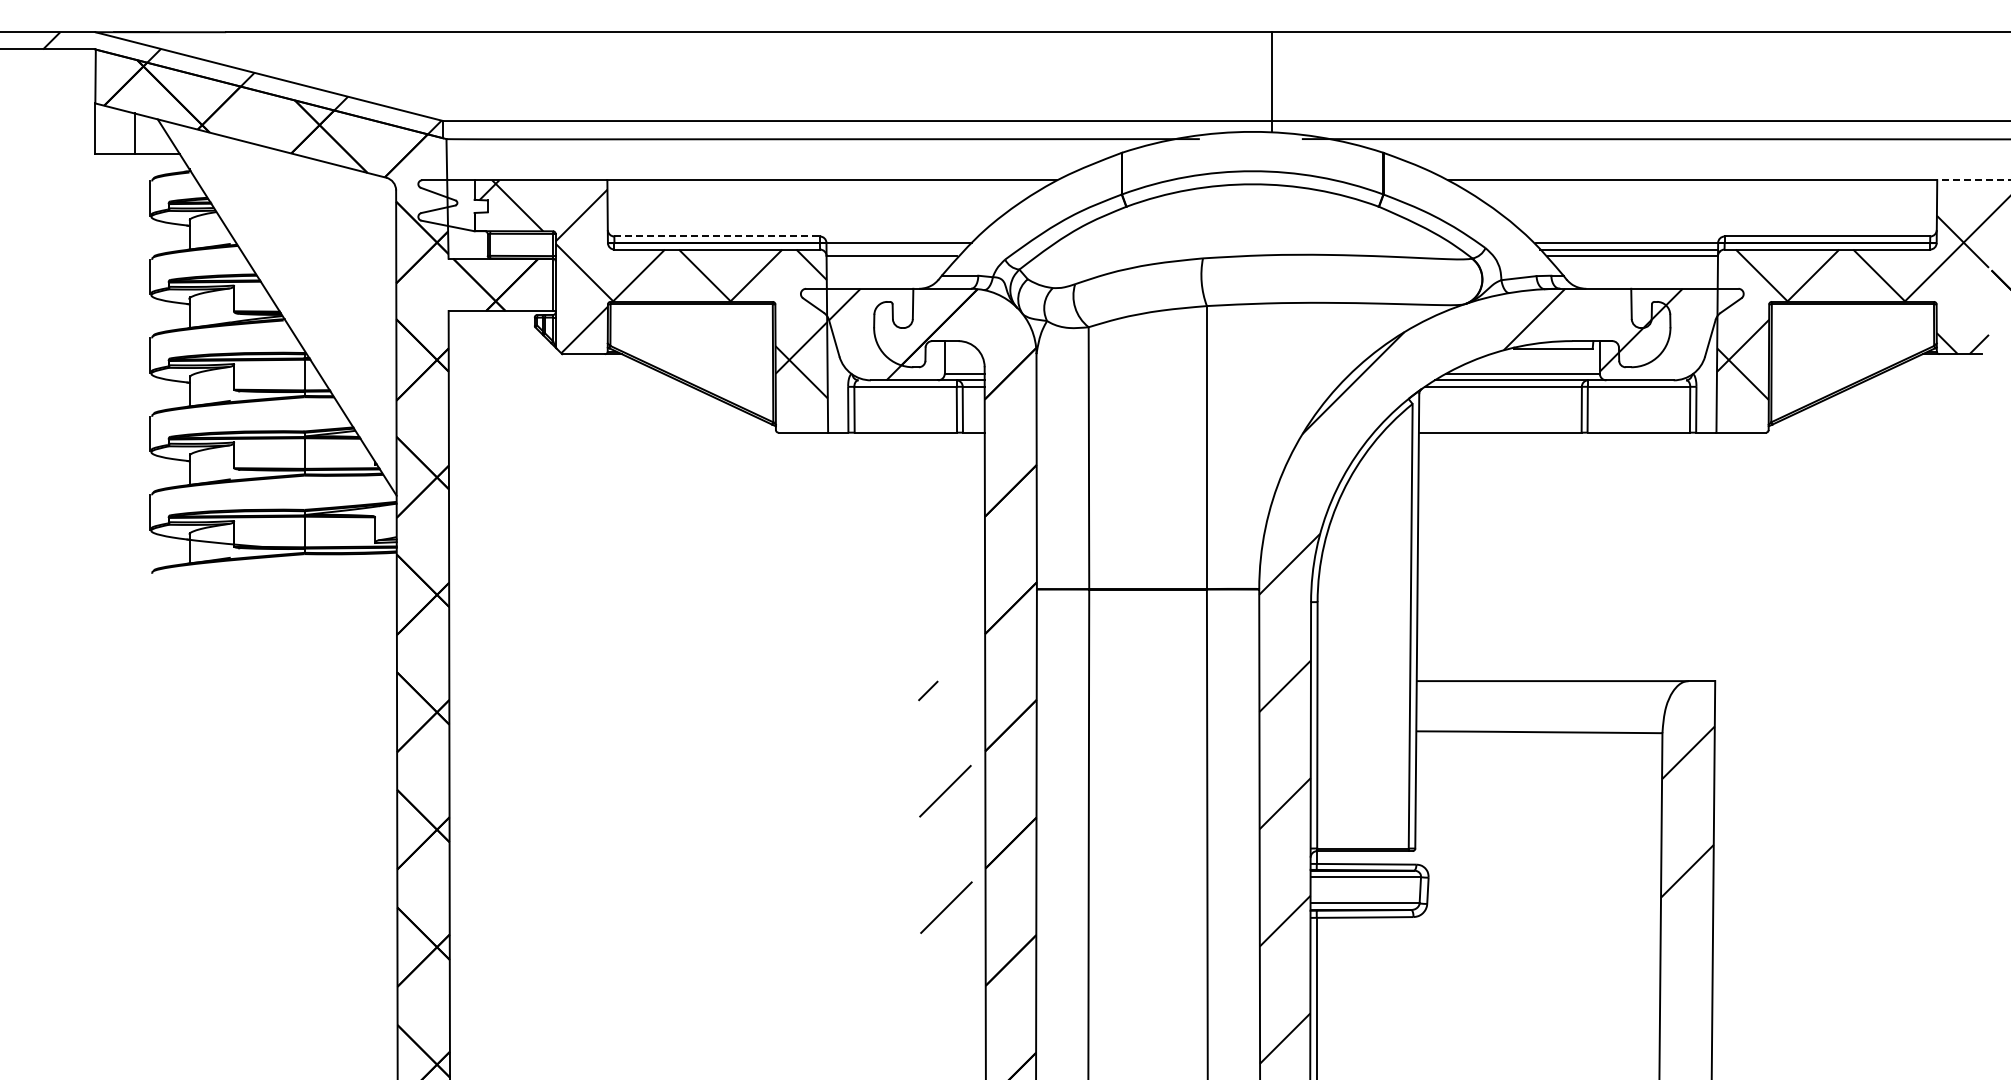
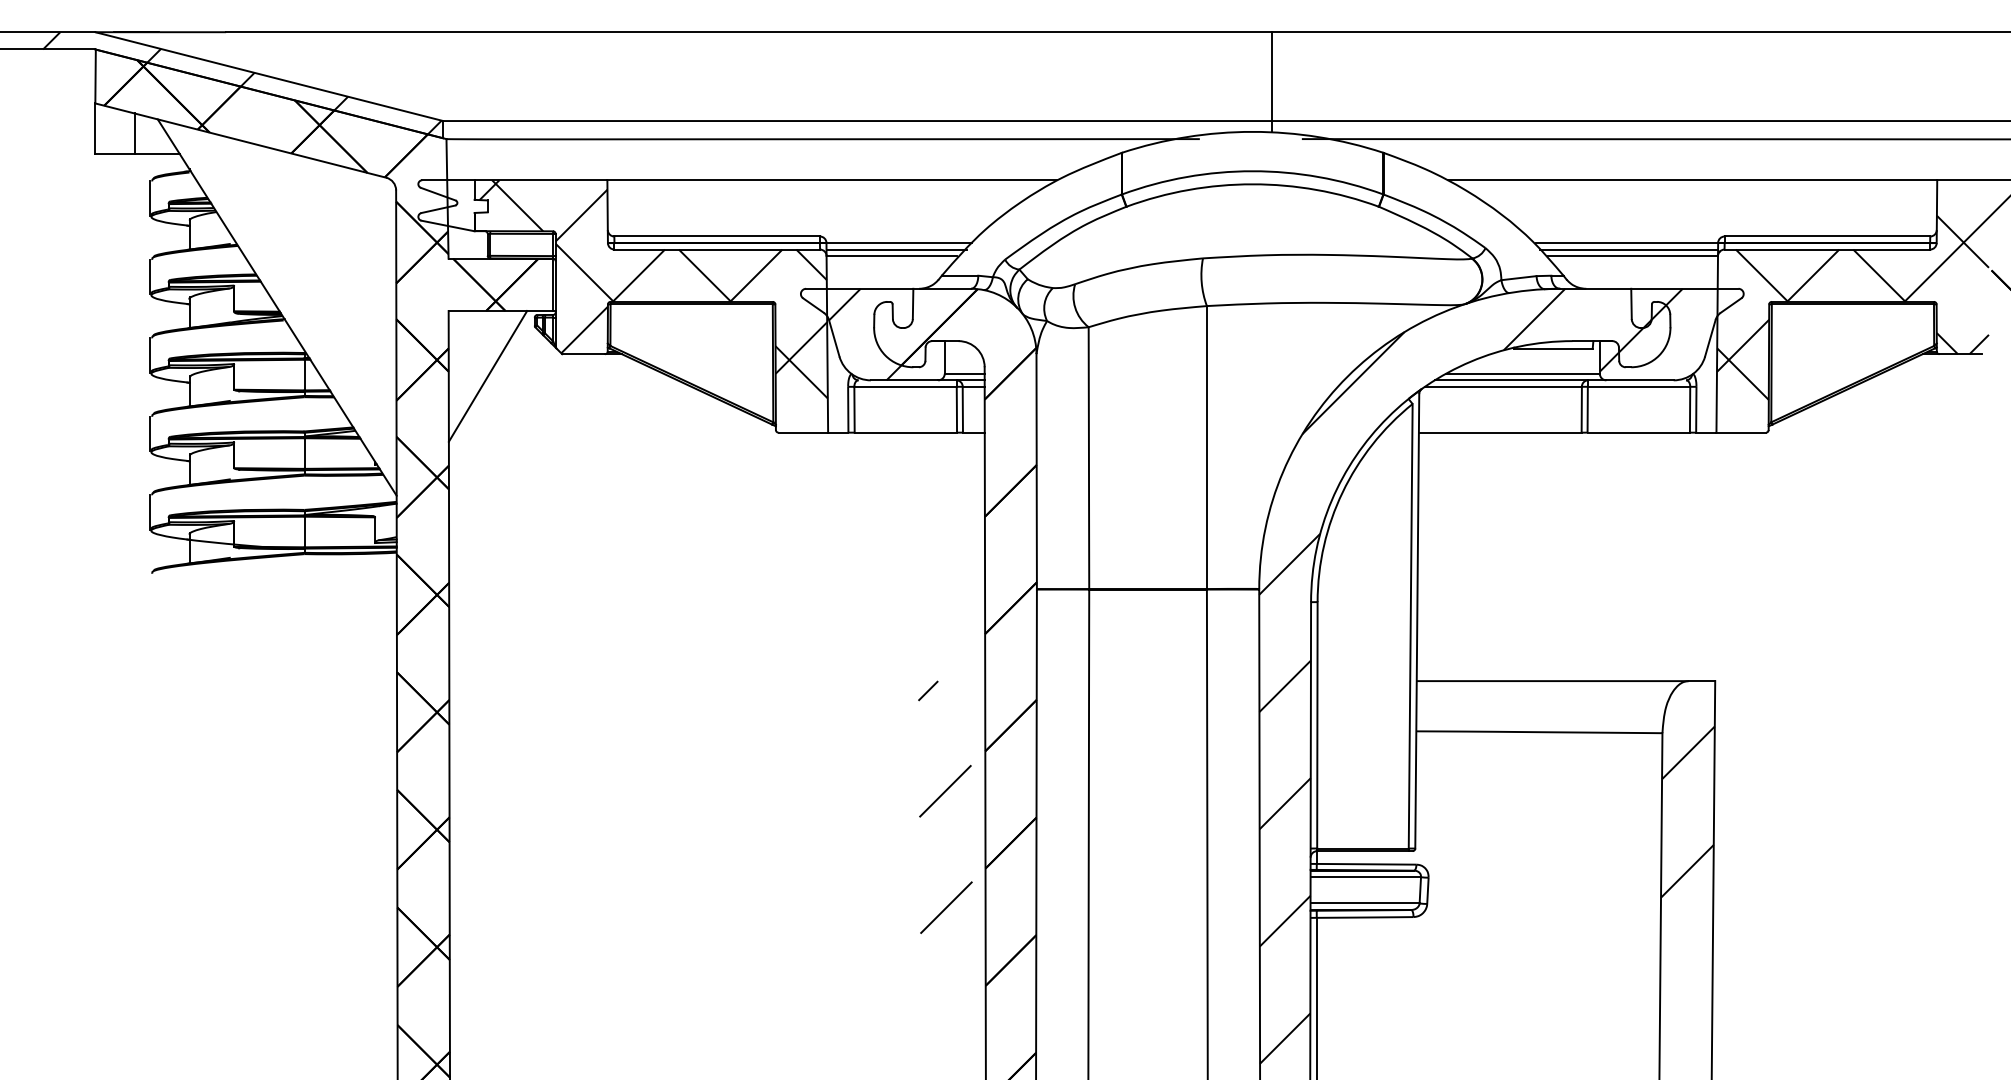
line at (1973, 180): dashed -> solid
line at (717, 236): dashed -> solid
line at (896, 249): none -> present
line at (487, 376): none -> present
